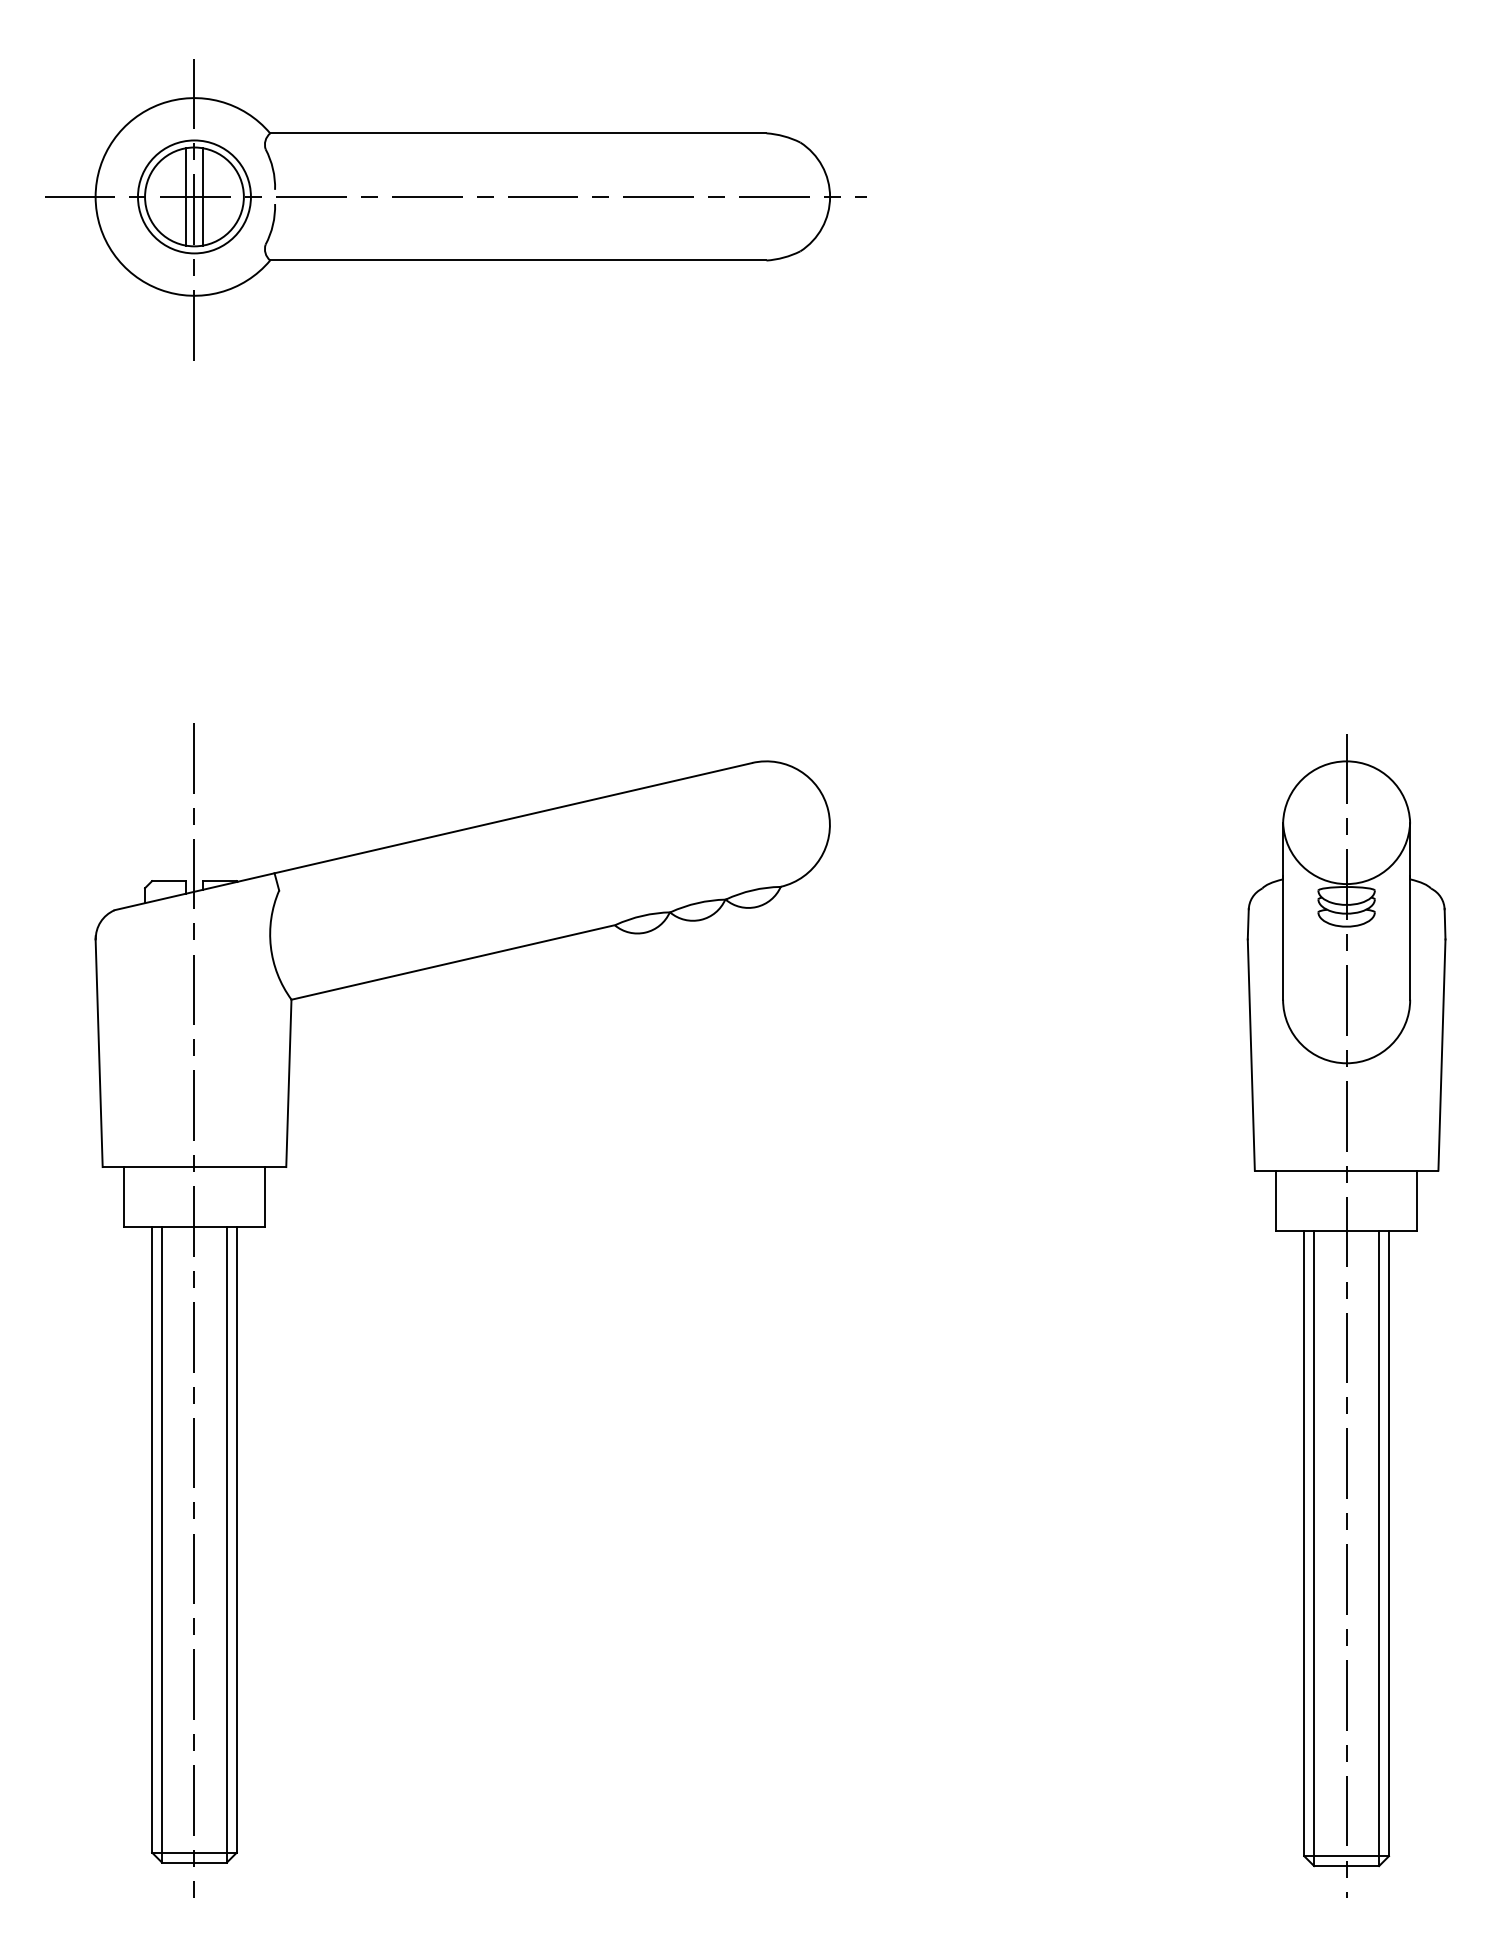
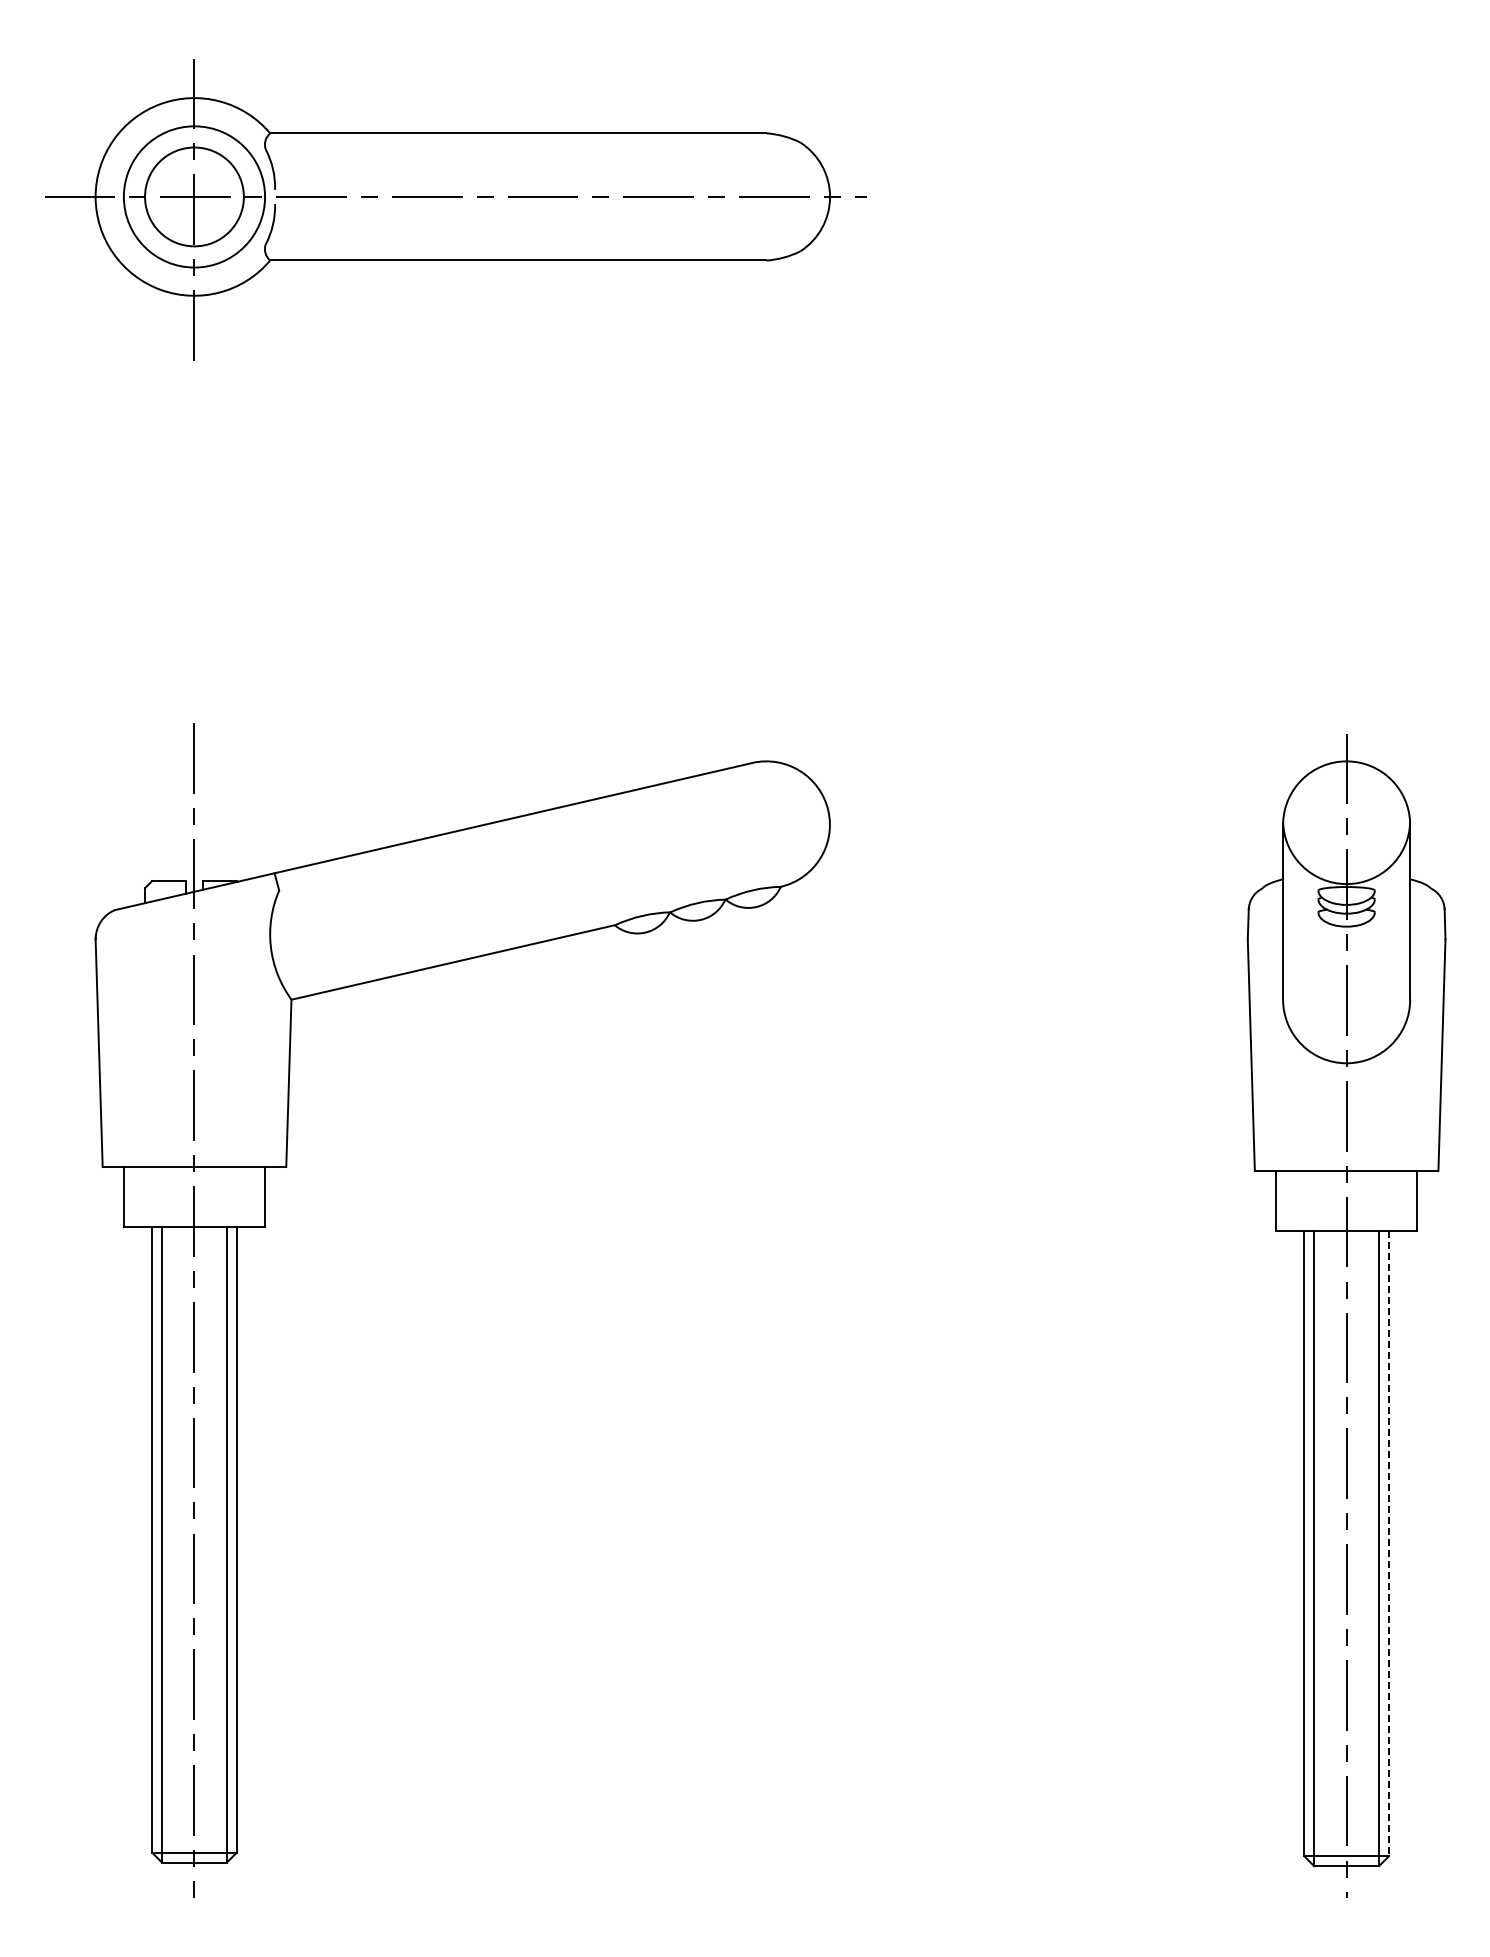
line at (186, 196): present -> none
circle at (193, 196) diameter: 113 px -> 141 px
line at (202, 196): present -> none
line at (1389, 1543): solid -> dashed
